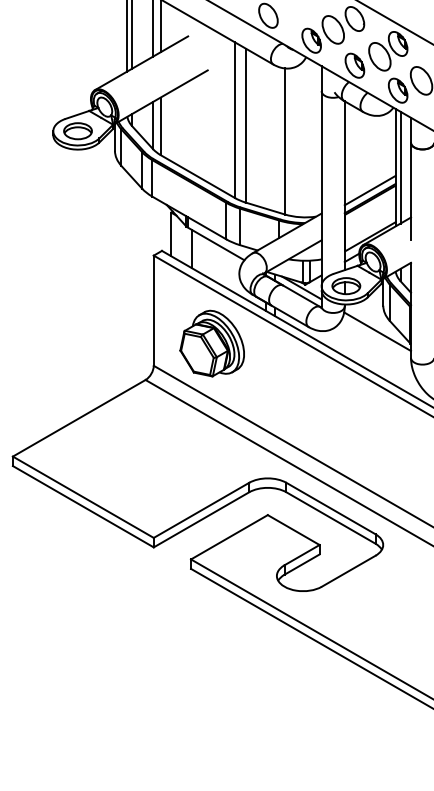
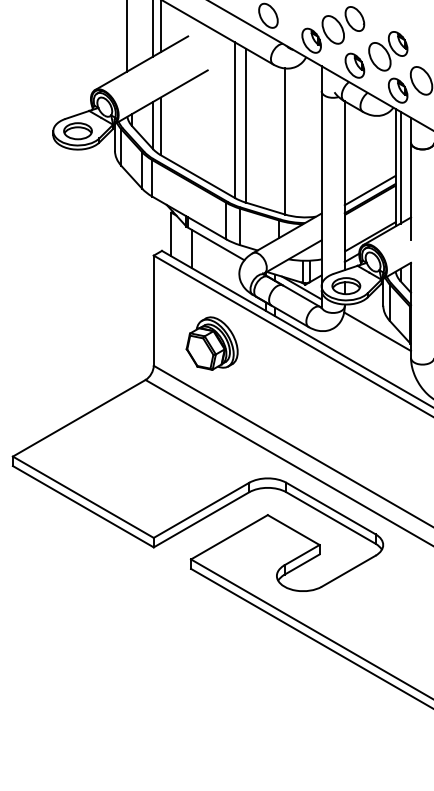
line at (395, 22): present -> none
line at (132, 35): present -> none
part at (211, 343) size: 66x69 px -> 54x55 px
